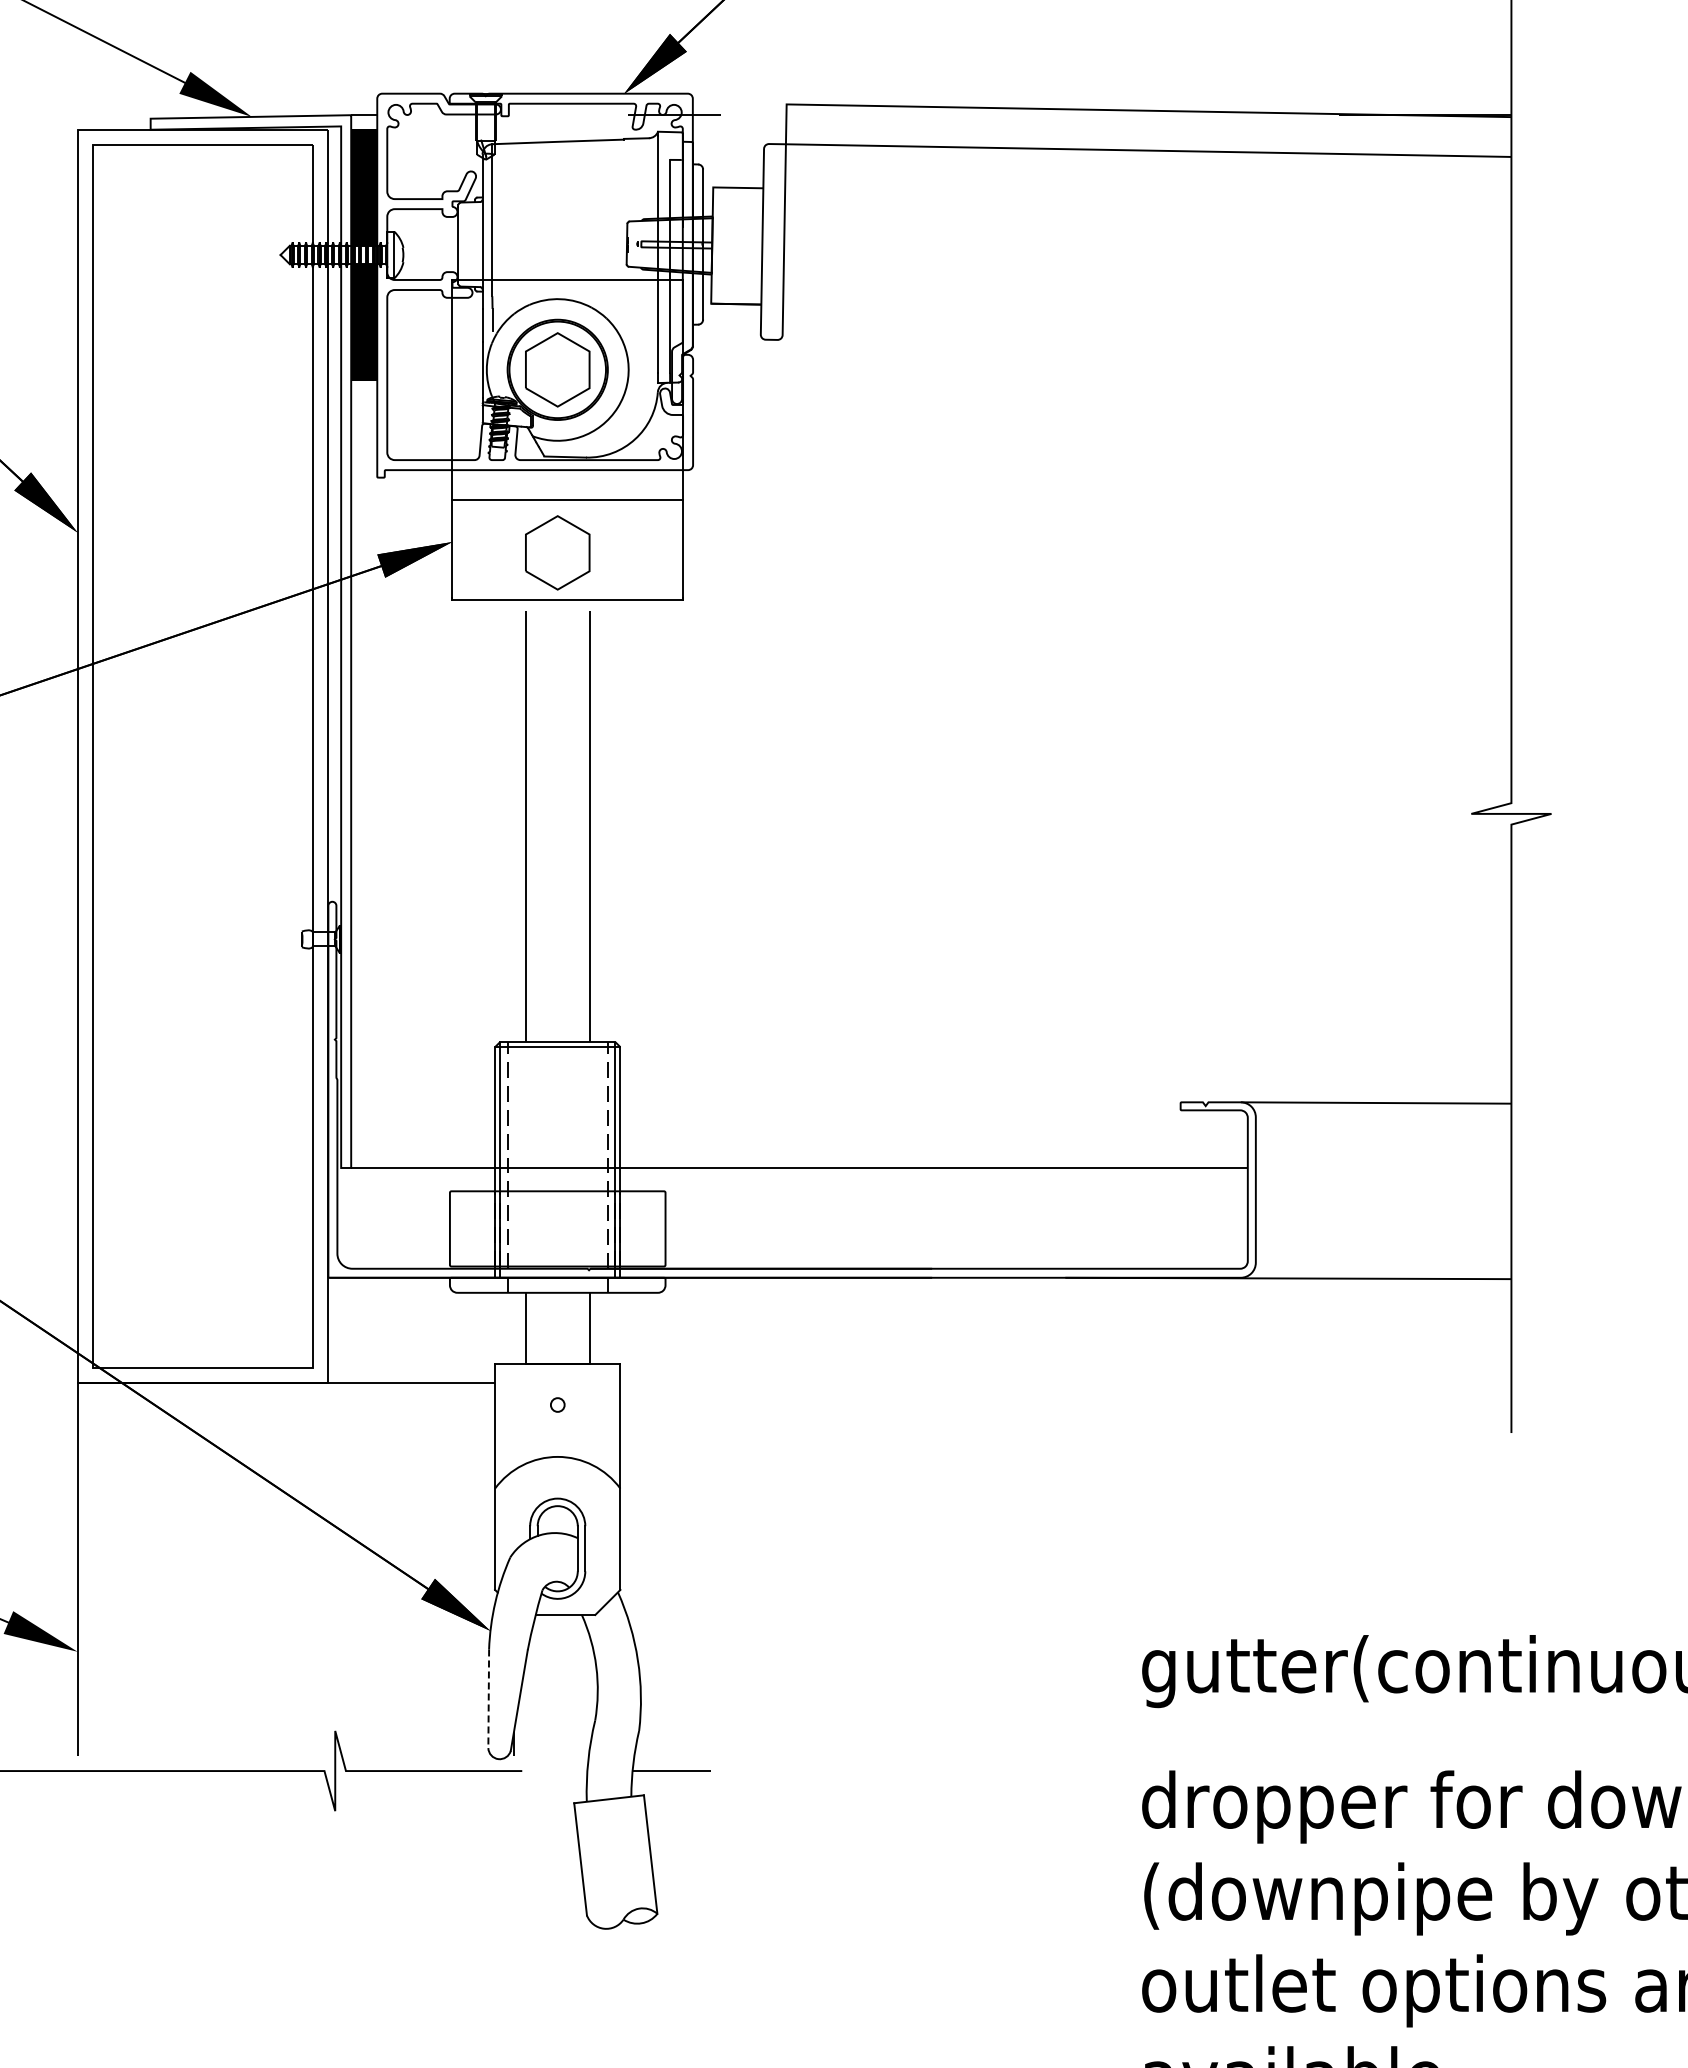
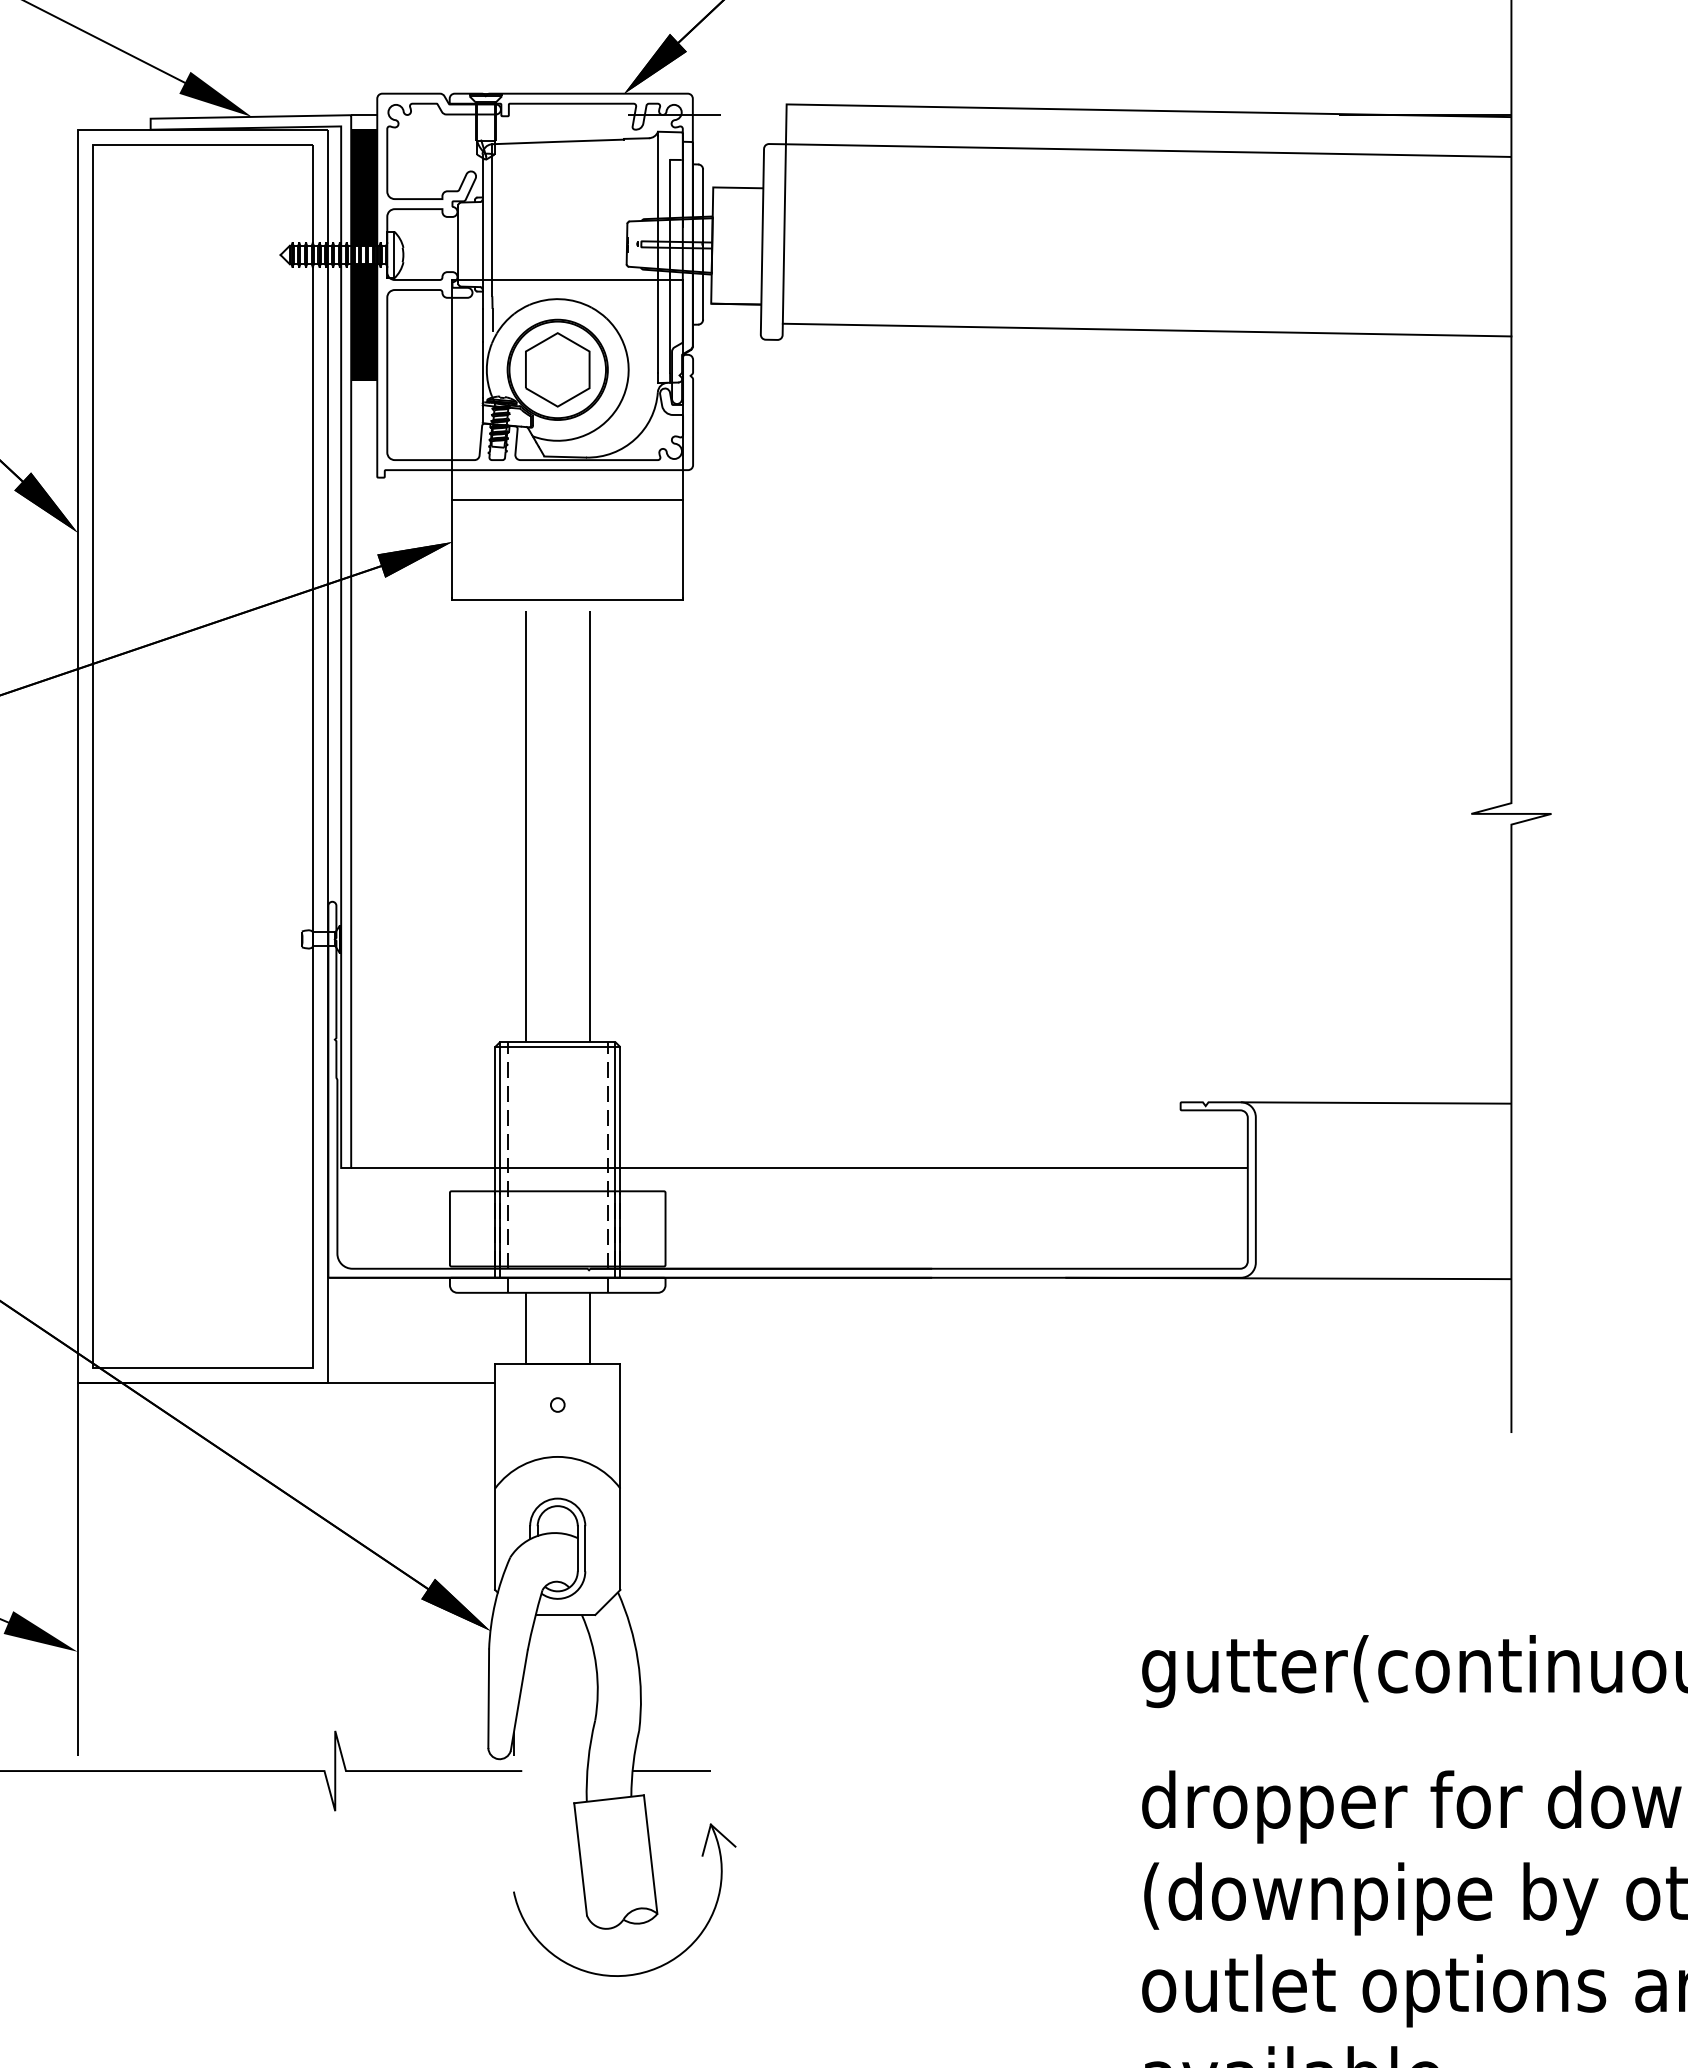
line at (1146, 329): none -> present
part at (557, 552): present -> none
line at (488, 1699): dashed -> solid
part at (642, 1971): none -> present
